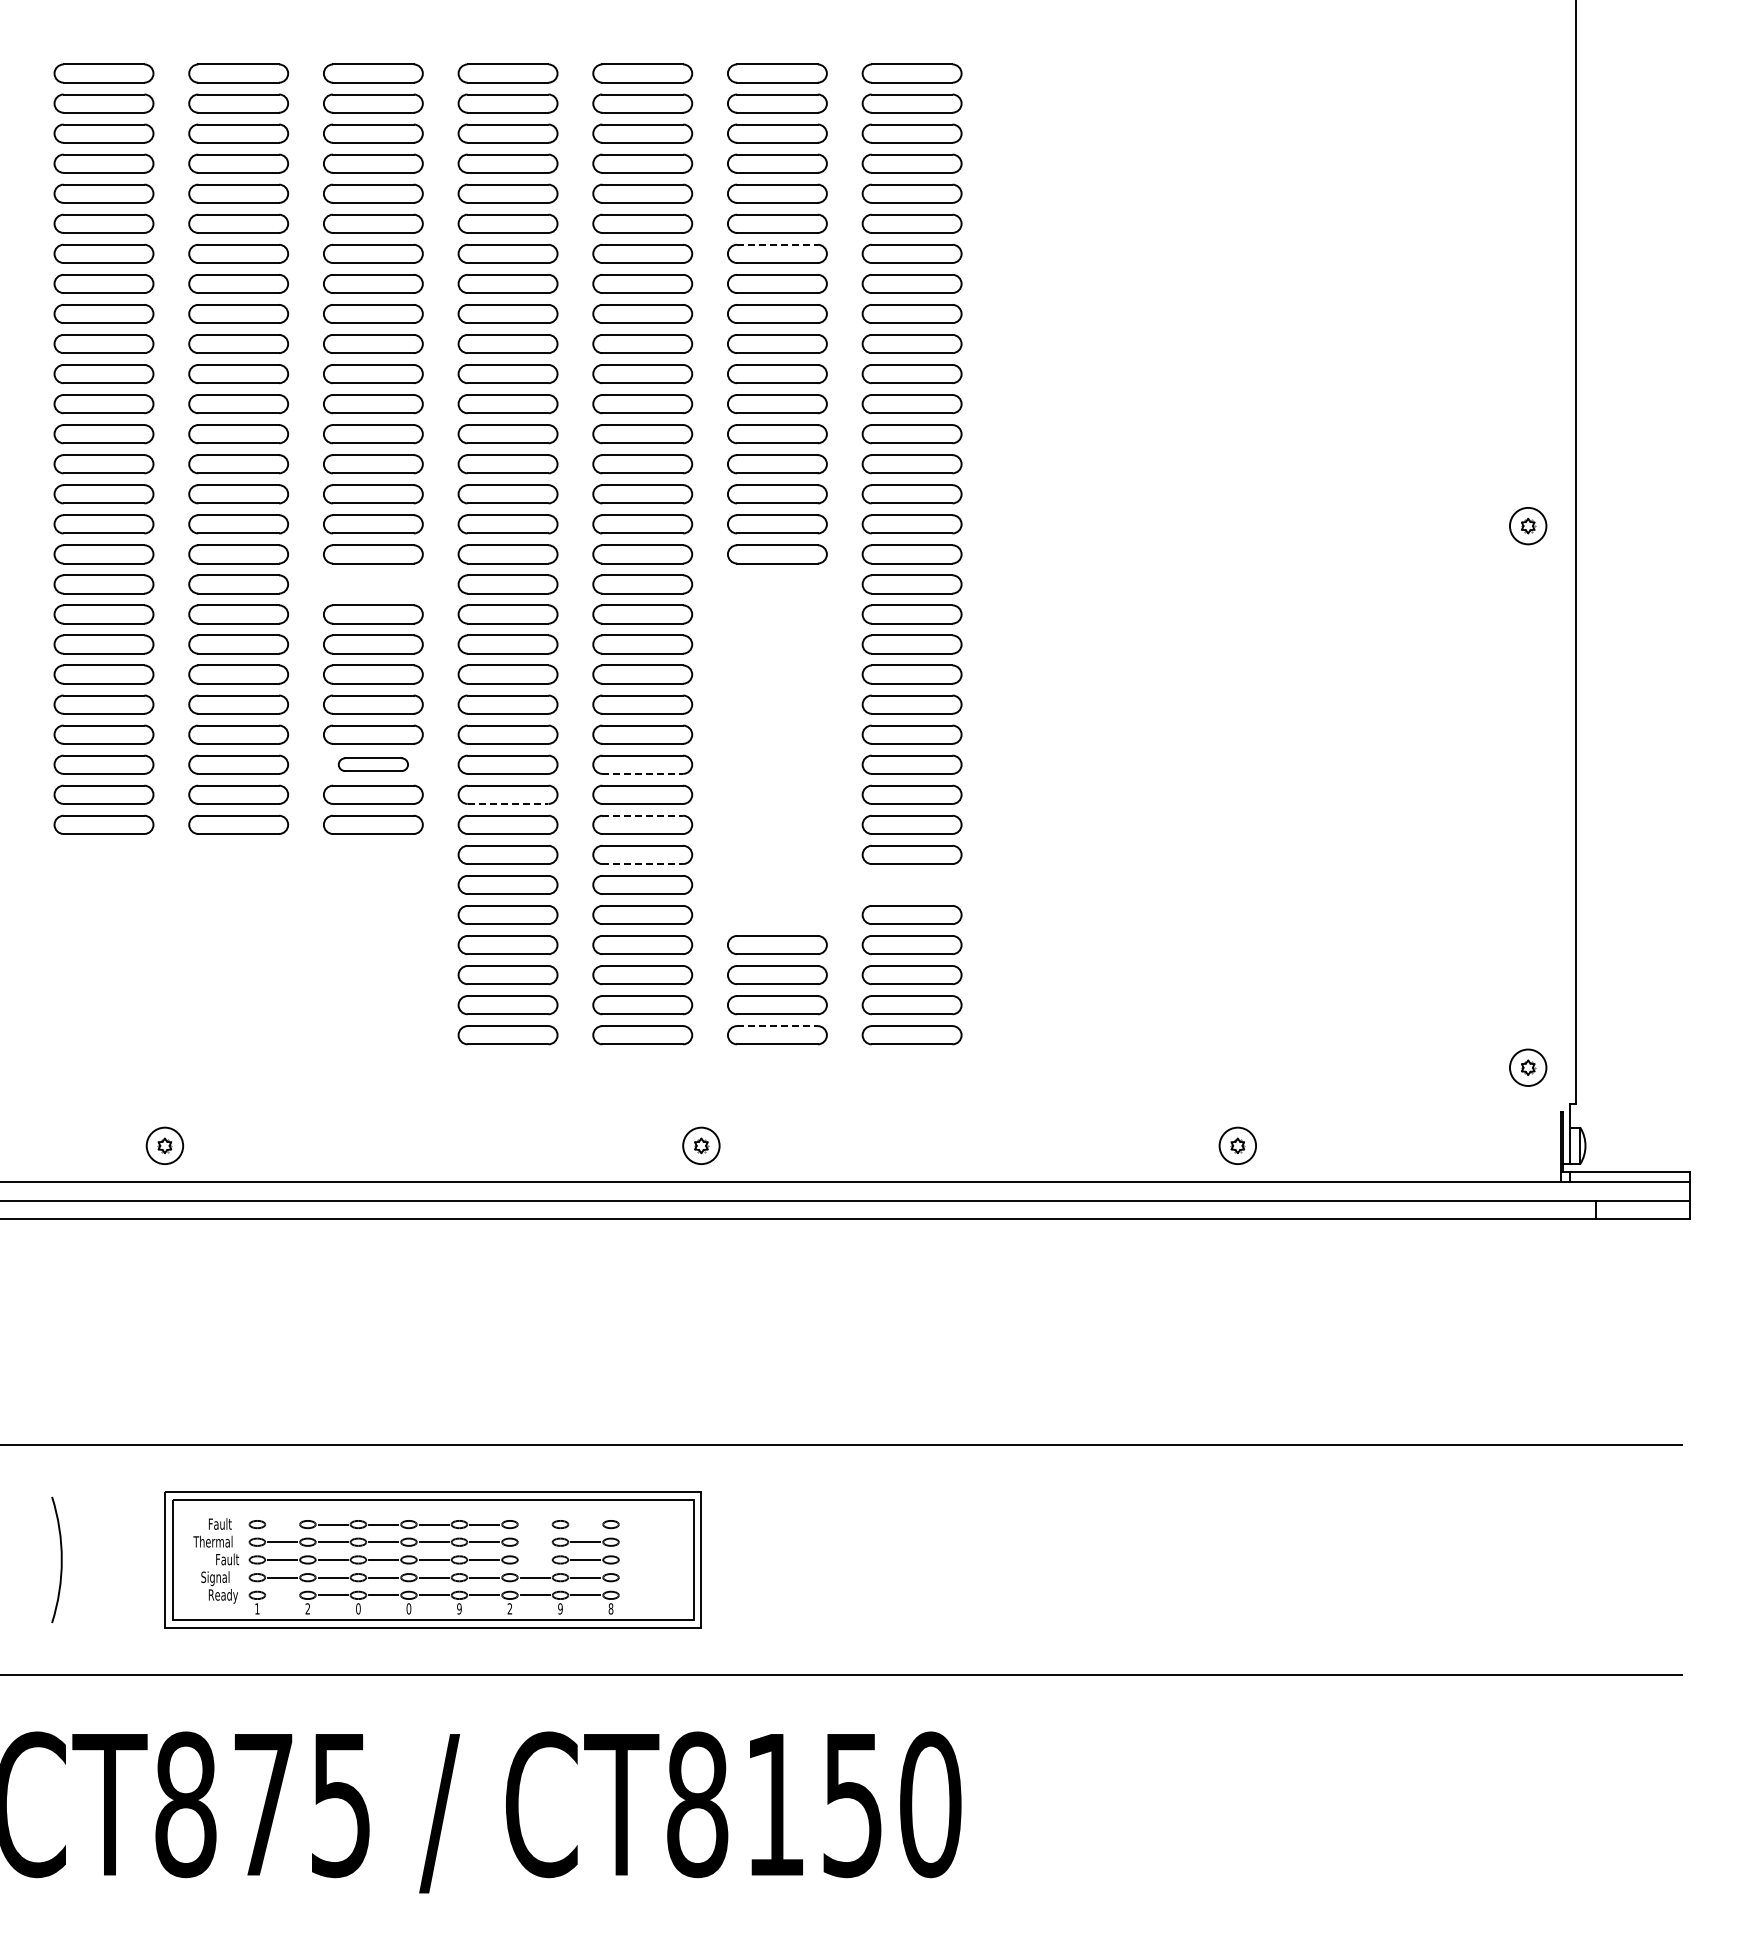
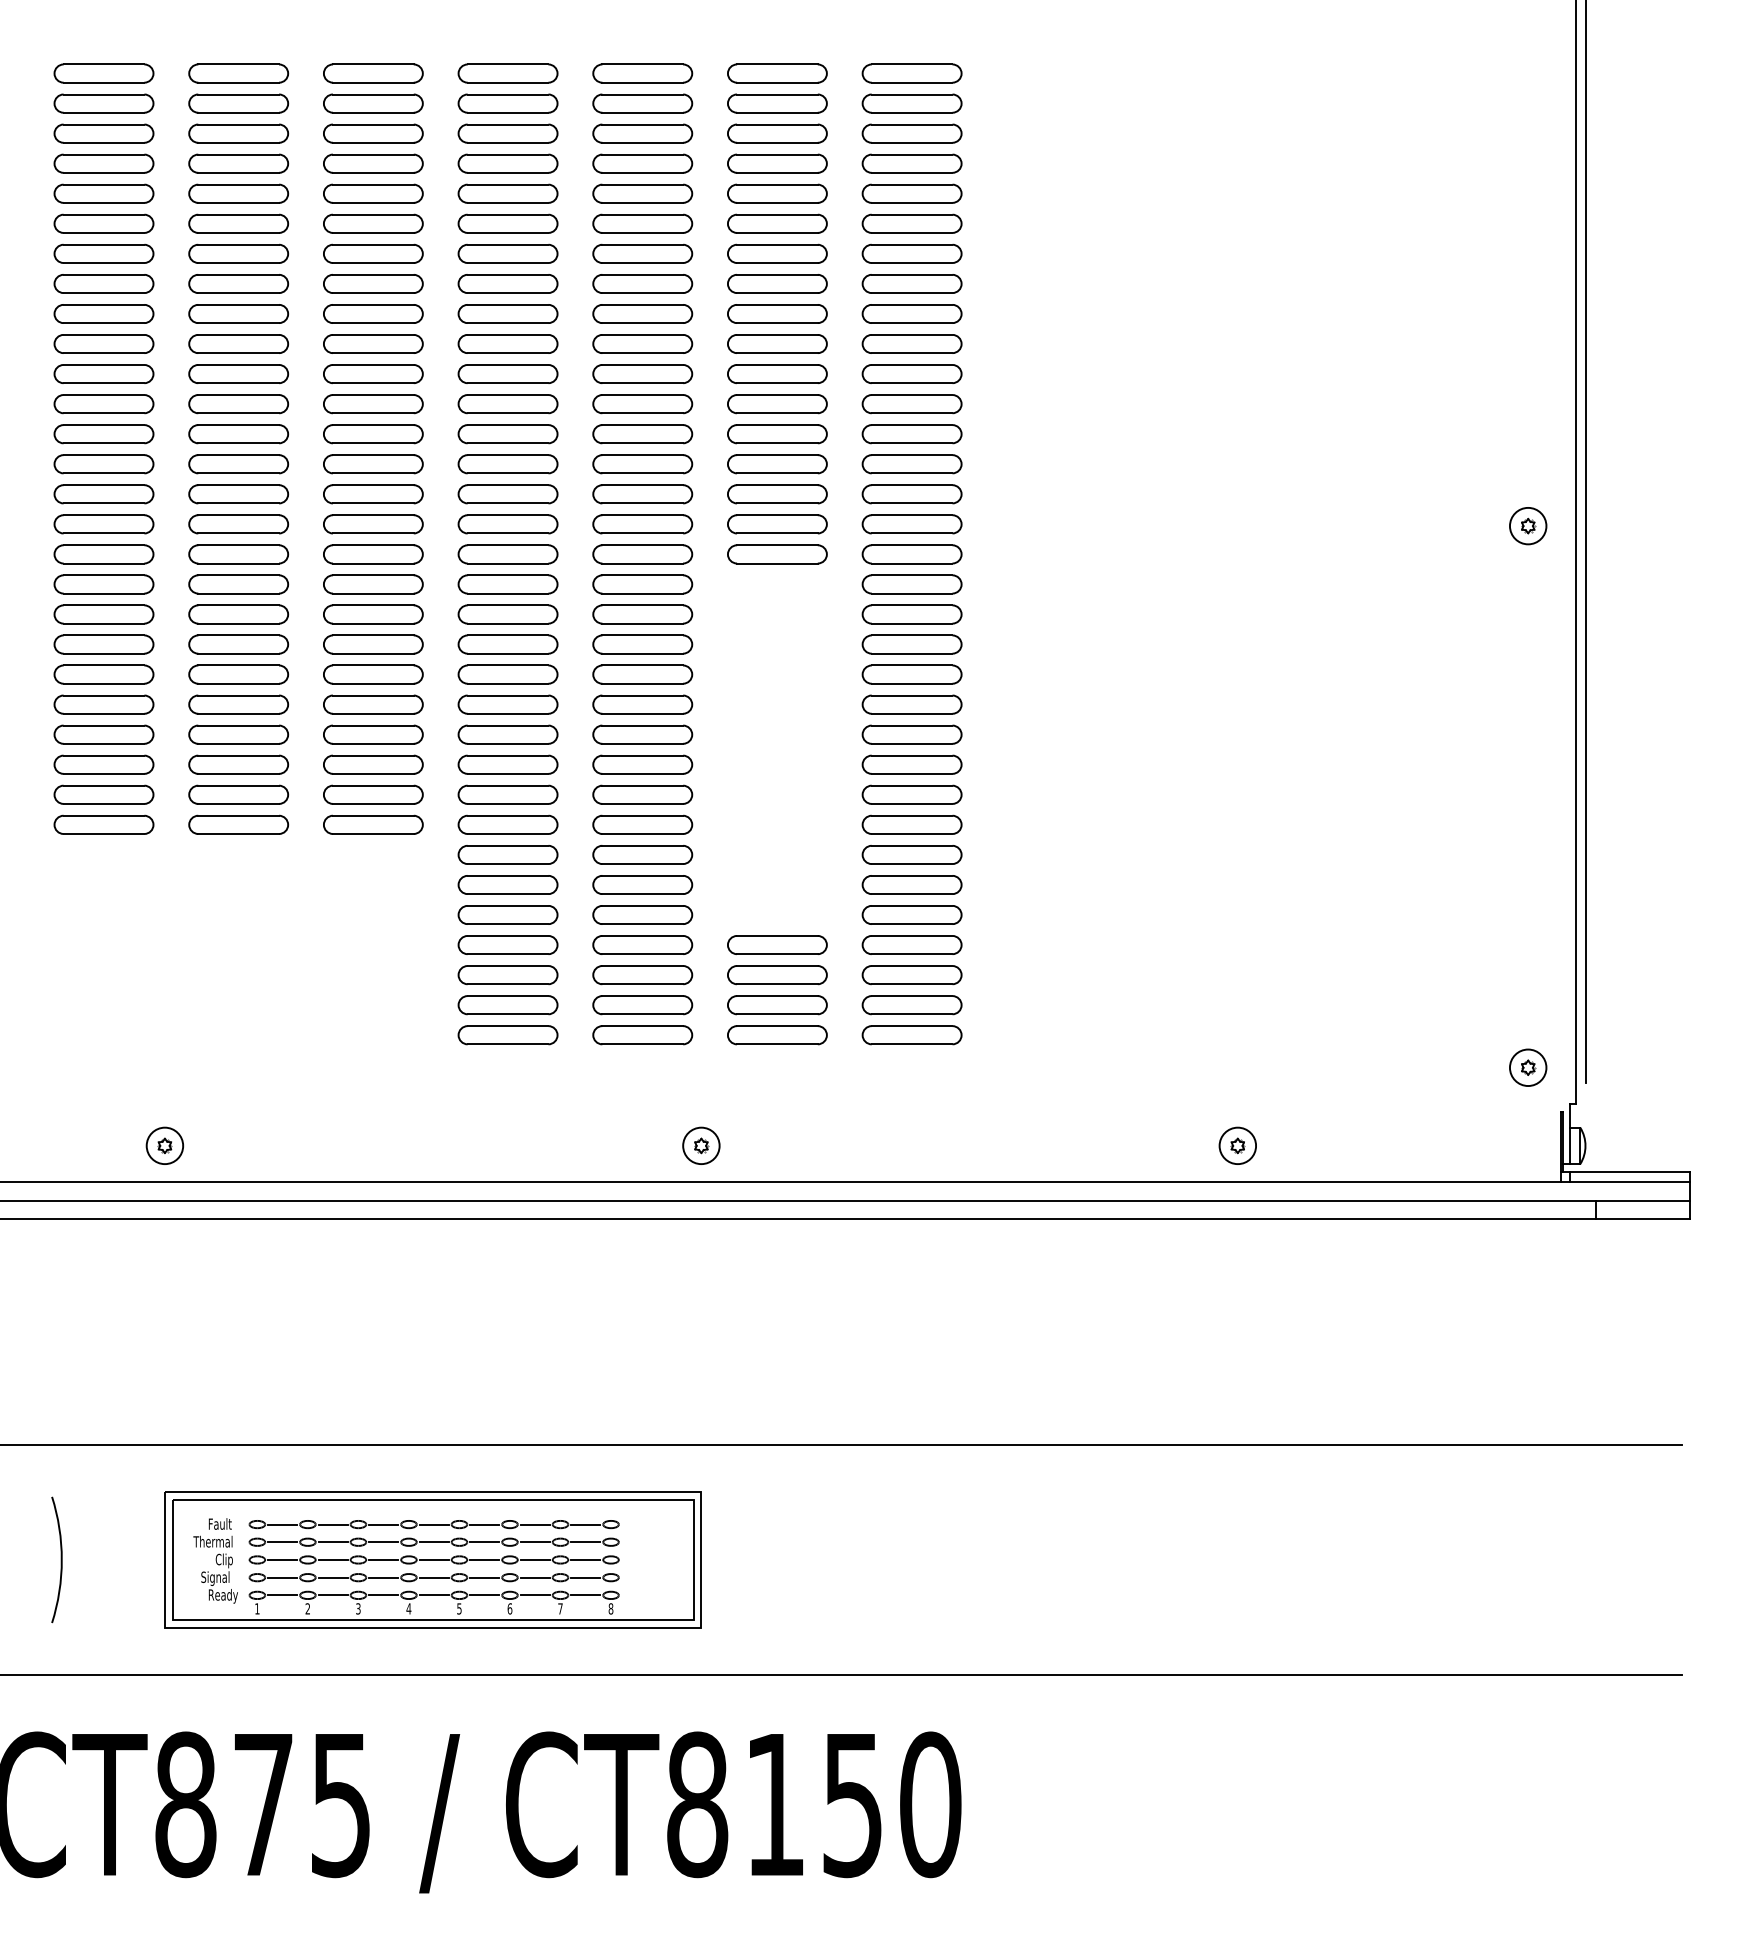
line at (777, 244): dashed -> solid
line at (1585, 542): none -> present
part at (373, 584): none -> present
part at (372, 764) size: 72x15 px -> 101x21 px
line at (643, 773): dashed -> solid
line at (508, 803): dashed -> solid
line at (643, 815): dashed -> solid
line at (643, 864): dashed -> solid
part at (911, 884): none -> present
line at (777, 1026): dashed -> solid
line at (282, 1524): none -> present
line at (534, 1524): none -> present
line at (585, 1524): none -> present
line at (534, 1542): none -> present
line at (534, 1559): none -> present
text at (227, 1560): Fault -> Clip
line at (282, 1595): none -> present
text at (358, 1608): 0 -> 3
text at (408, 1608): 0 -> 4
text at (459, 1608): 9 -> 5
text at (509, 1608): 2 -> 6
text at (560, 1608): 9 -> 7
